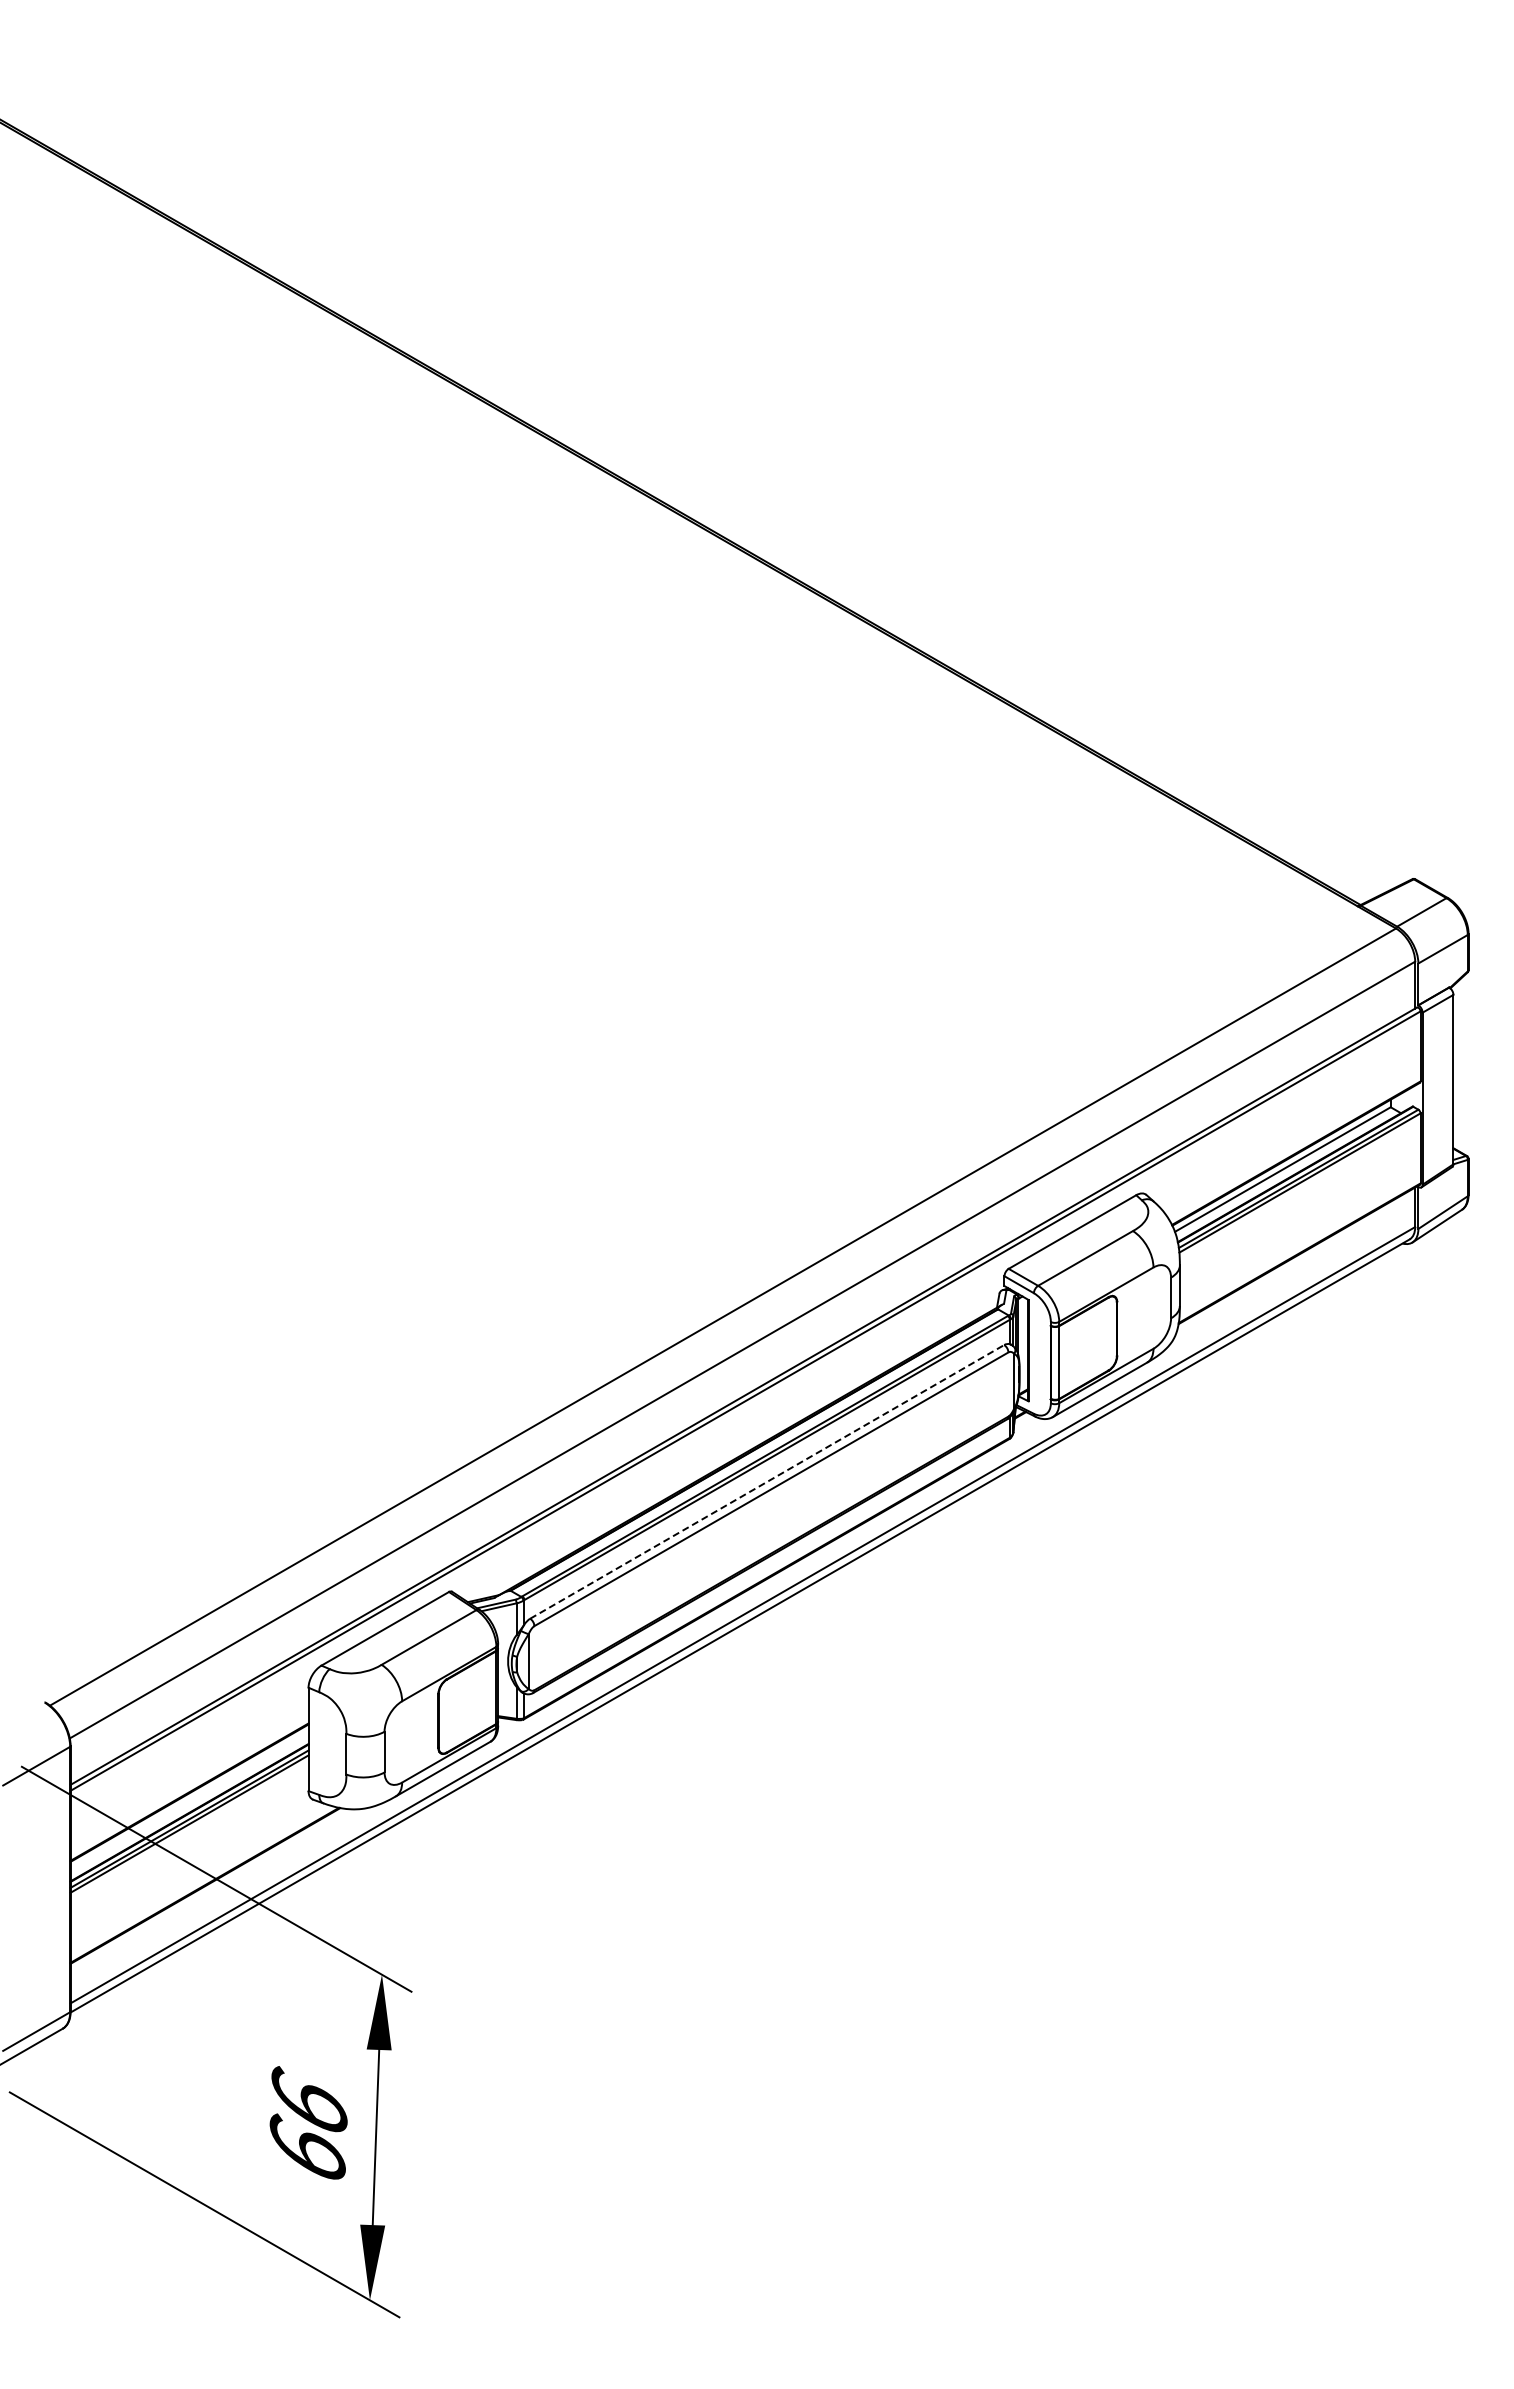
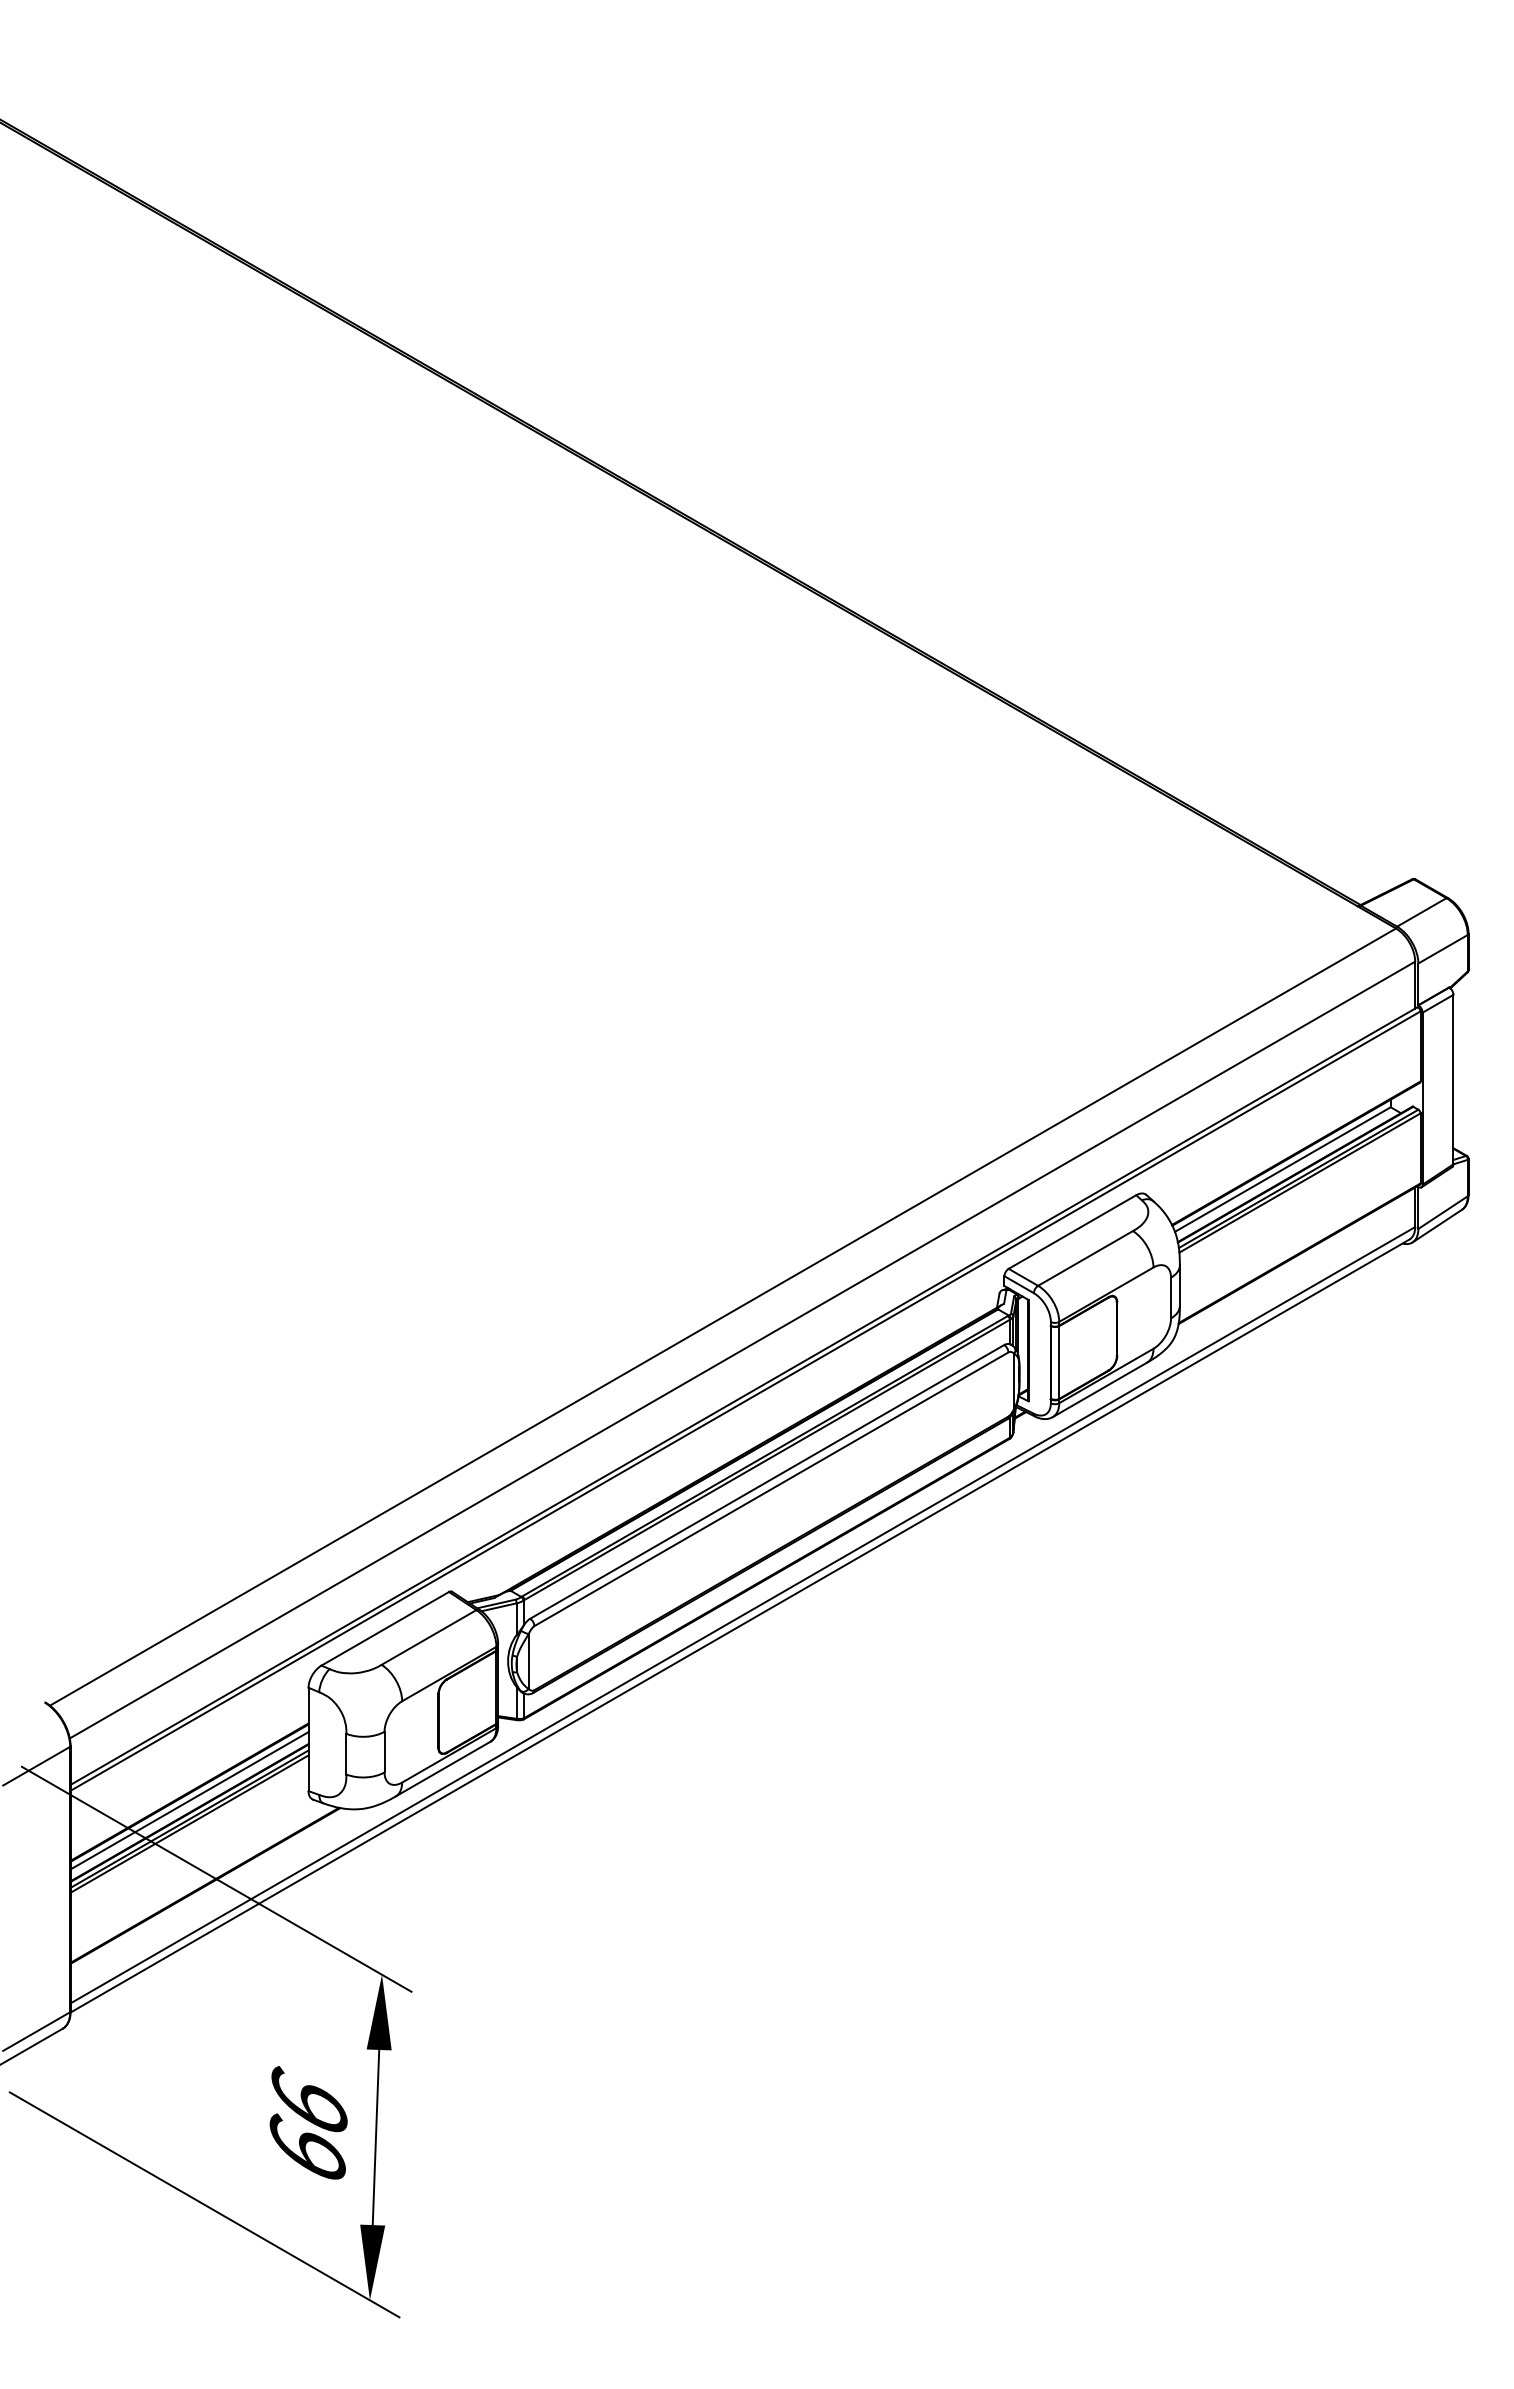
line at (767, 1481): dashed -> solid
line at (189, 1800): none -> present
